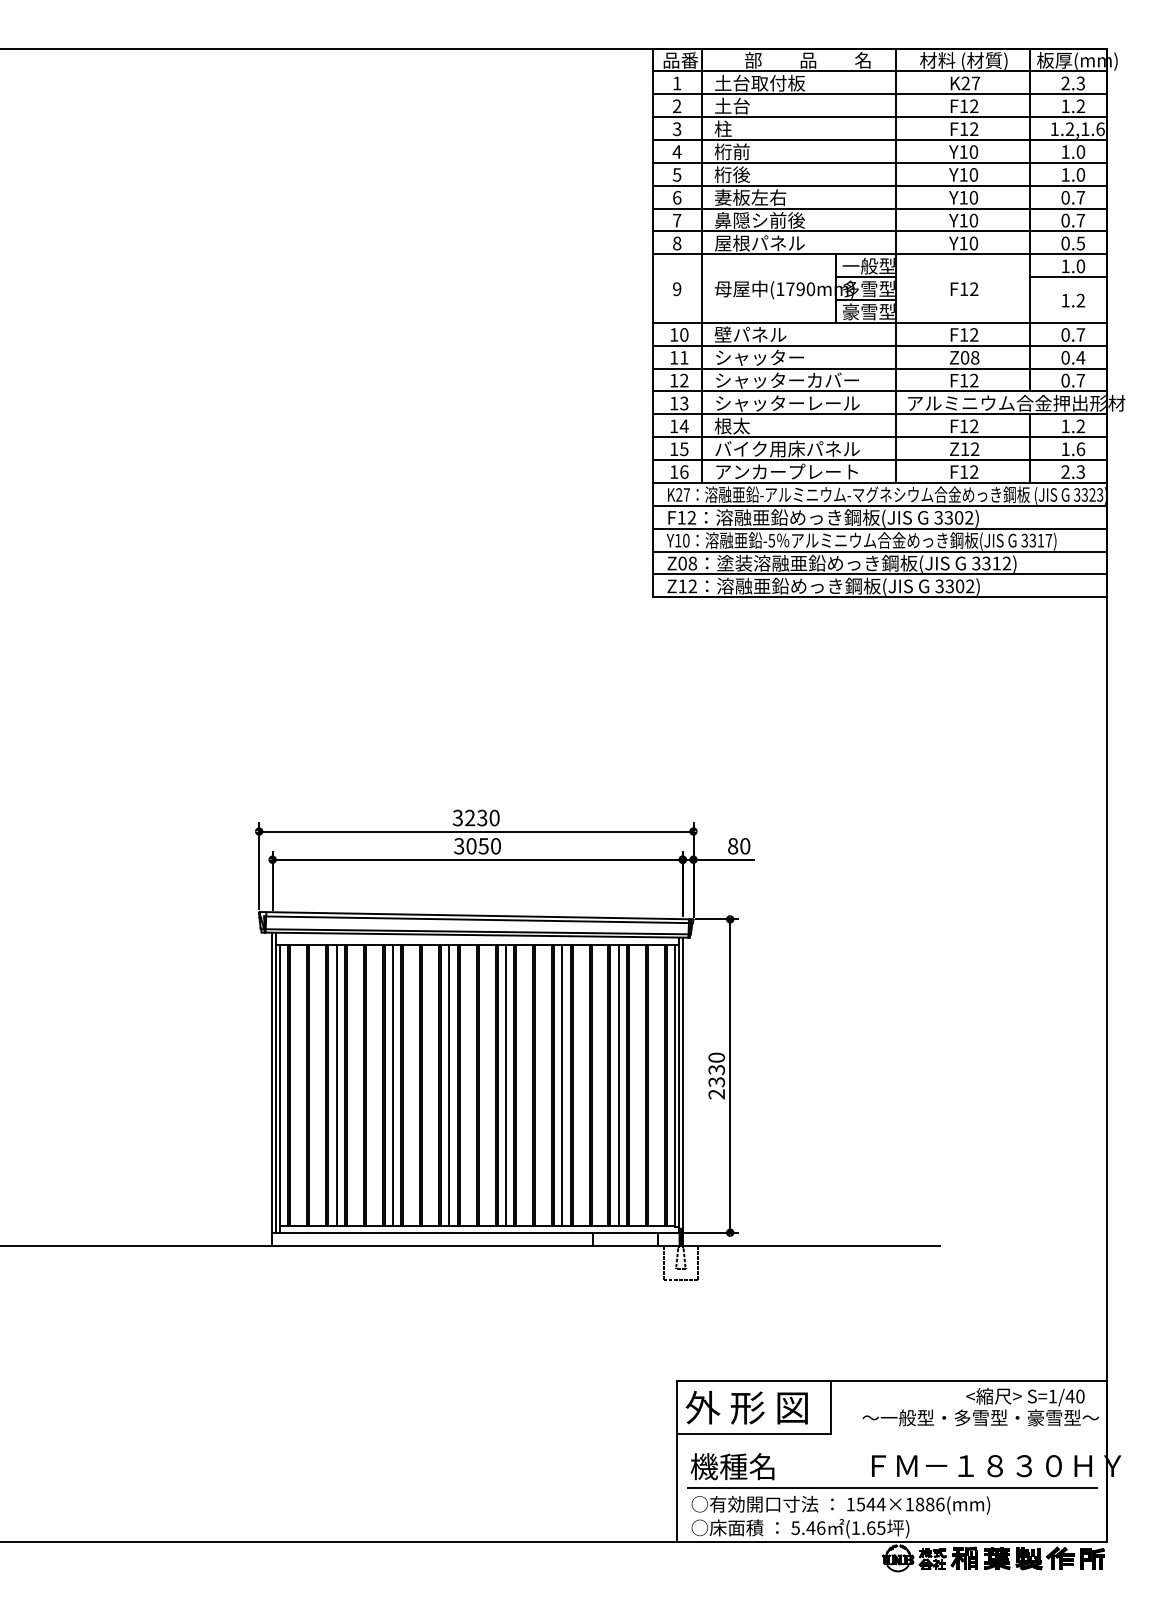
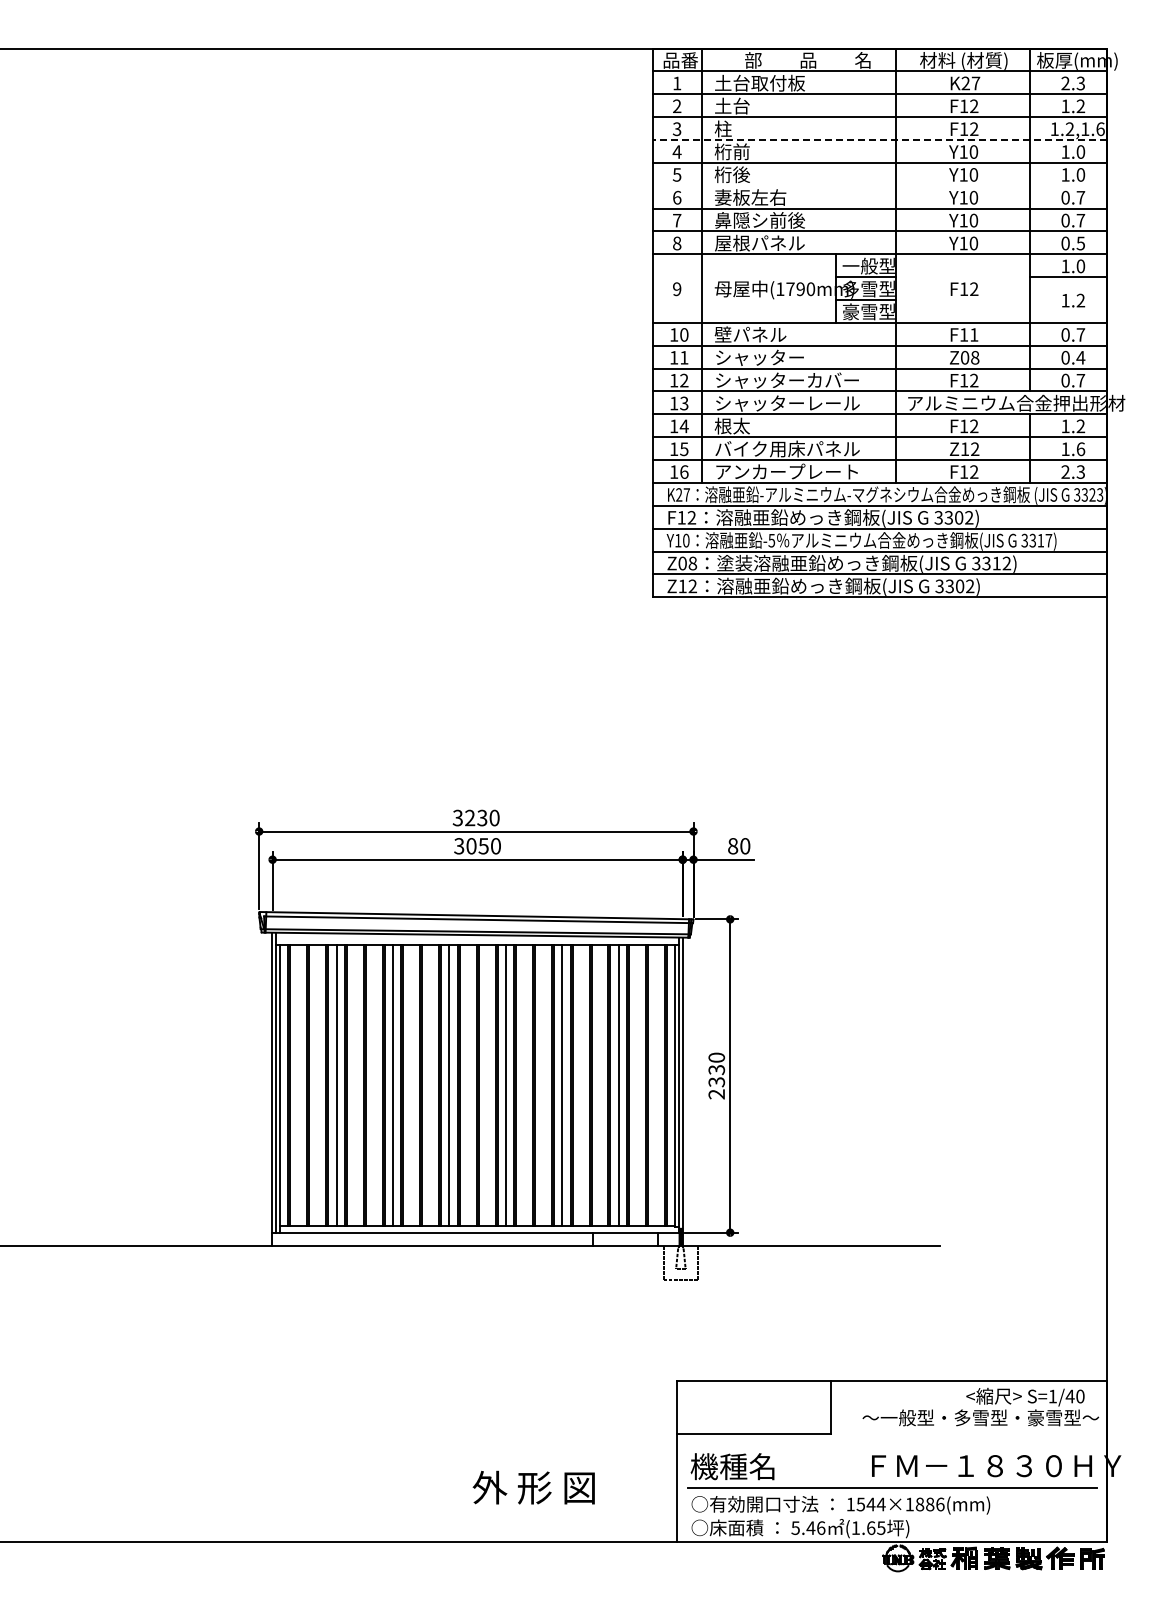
line at (879, 140): solid -> dashed
line at (879, 185): present -> none
text at (974, 334): F12 -> F11
text at (746, 1407) position: (746, 1407) -> (533, 1487)
